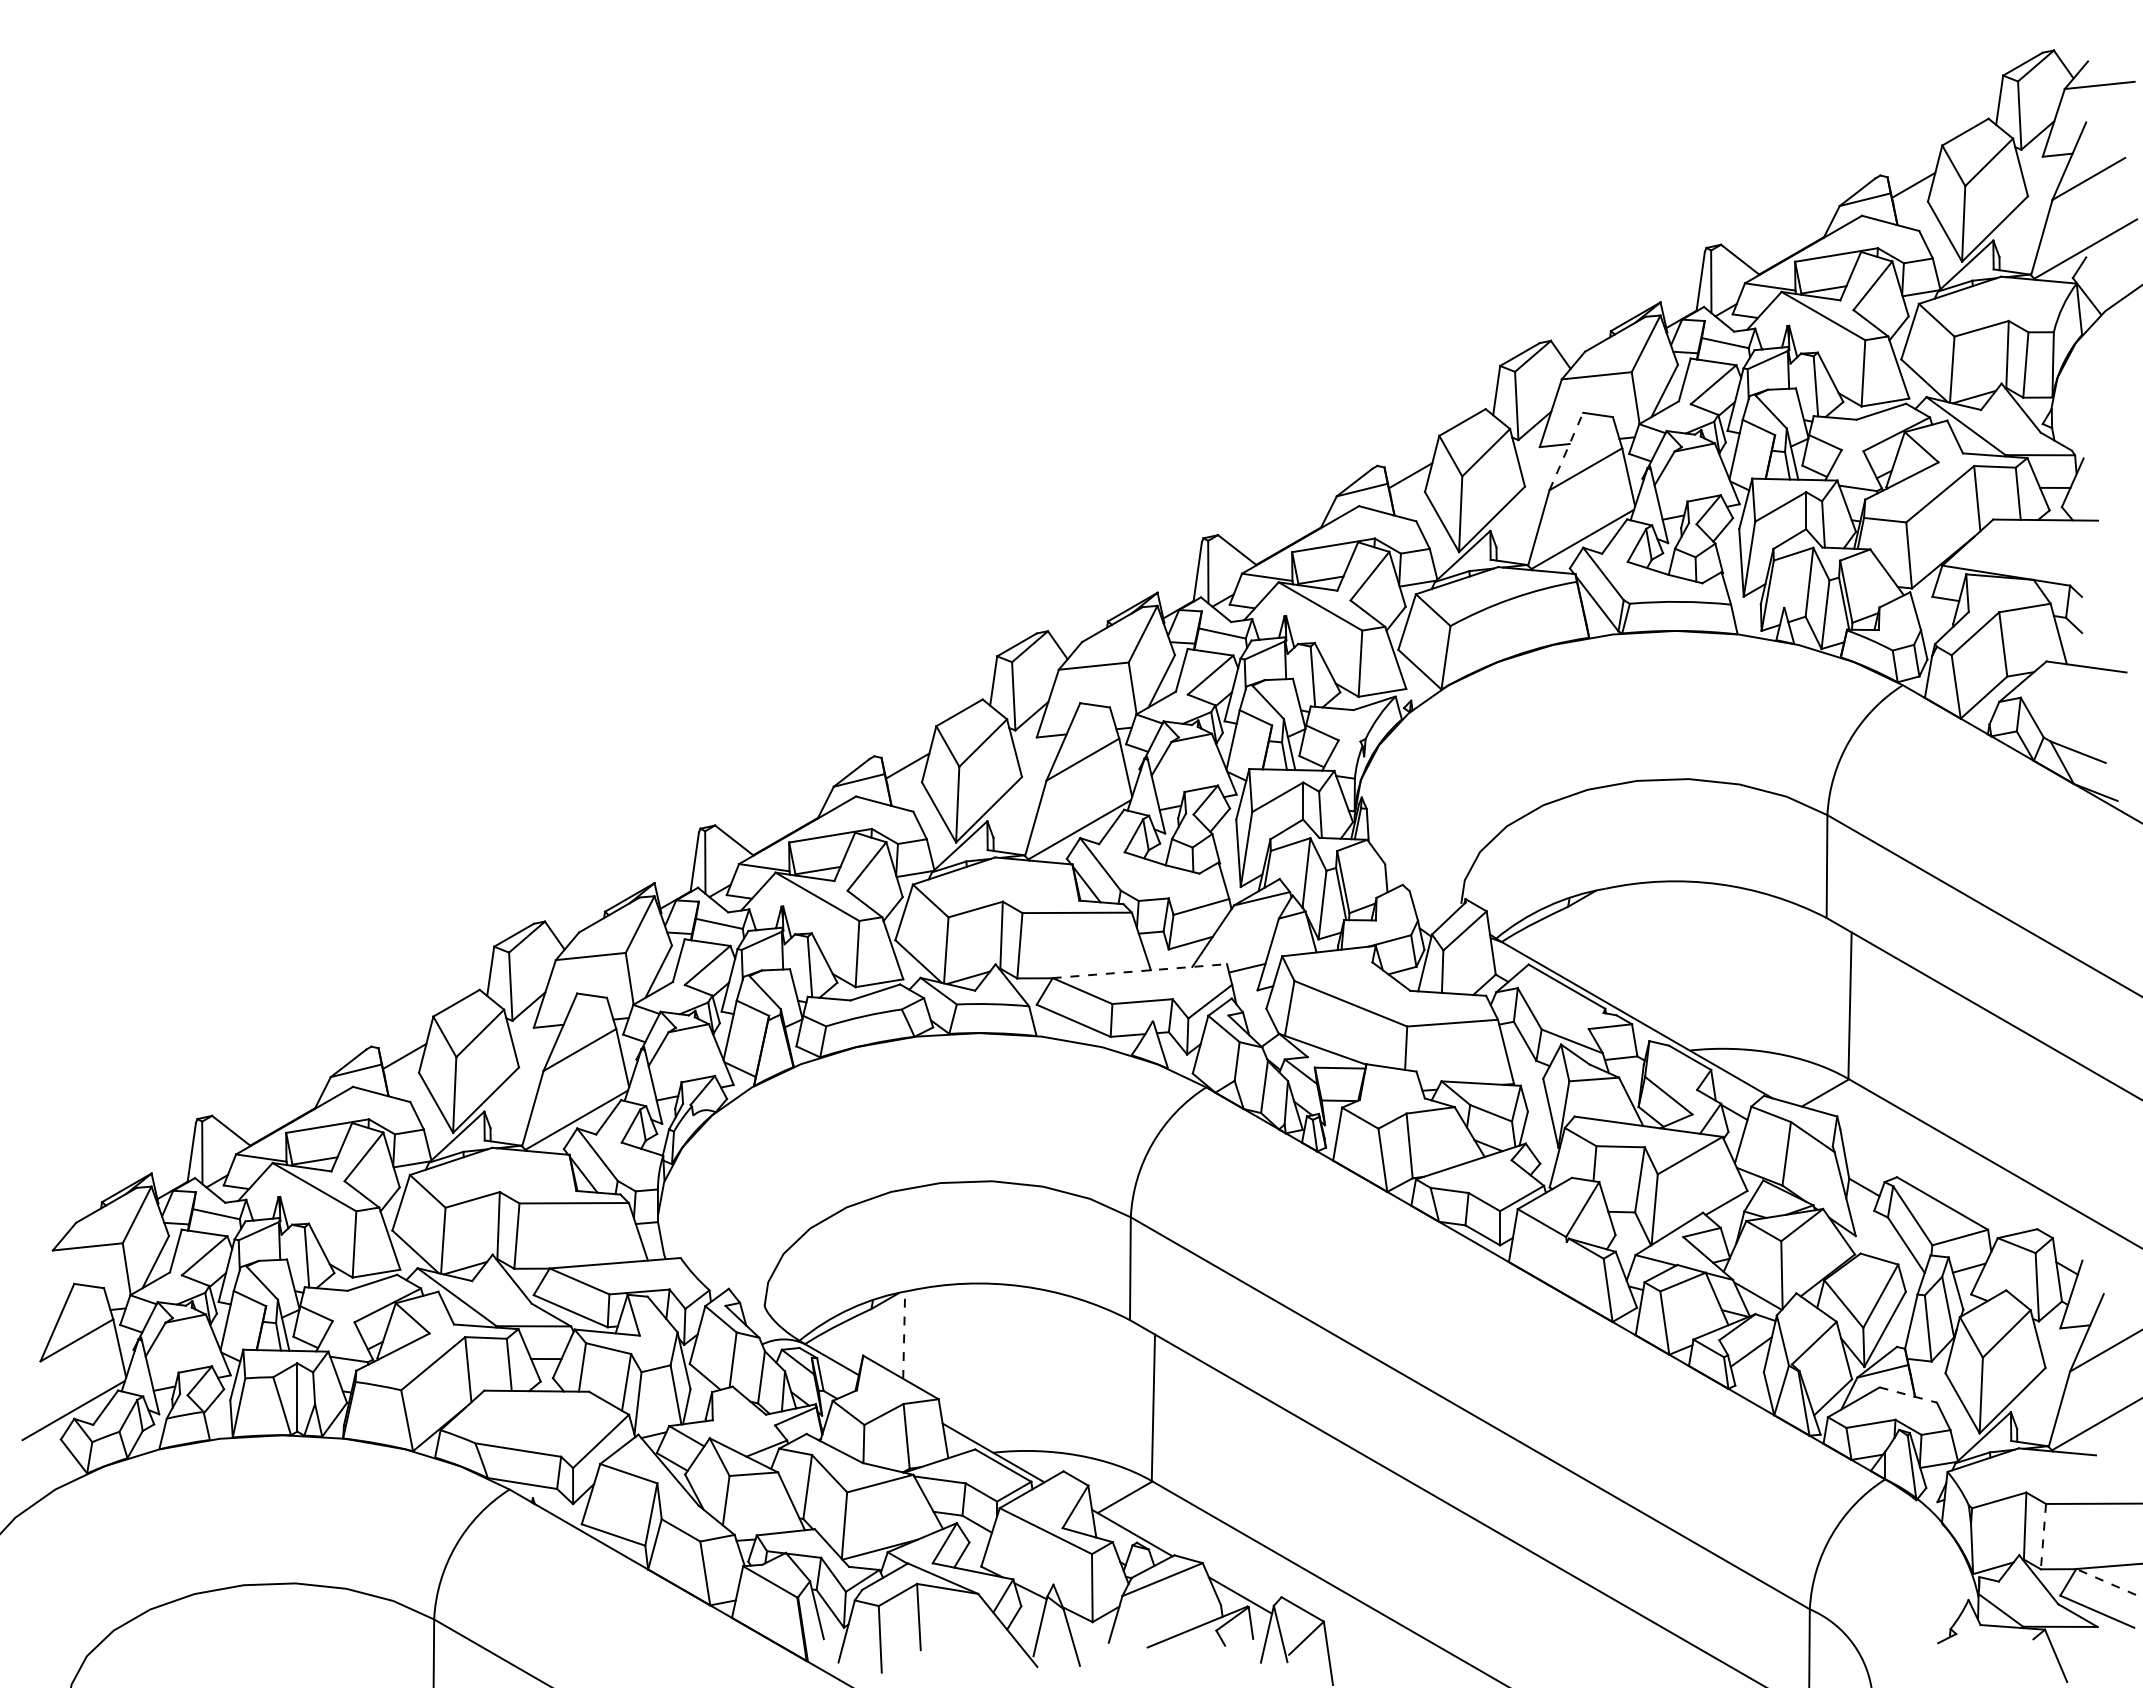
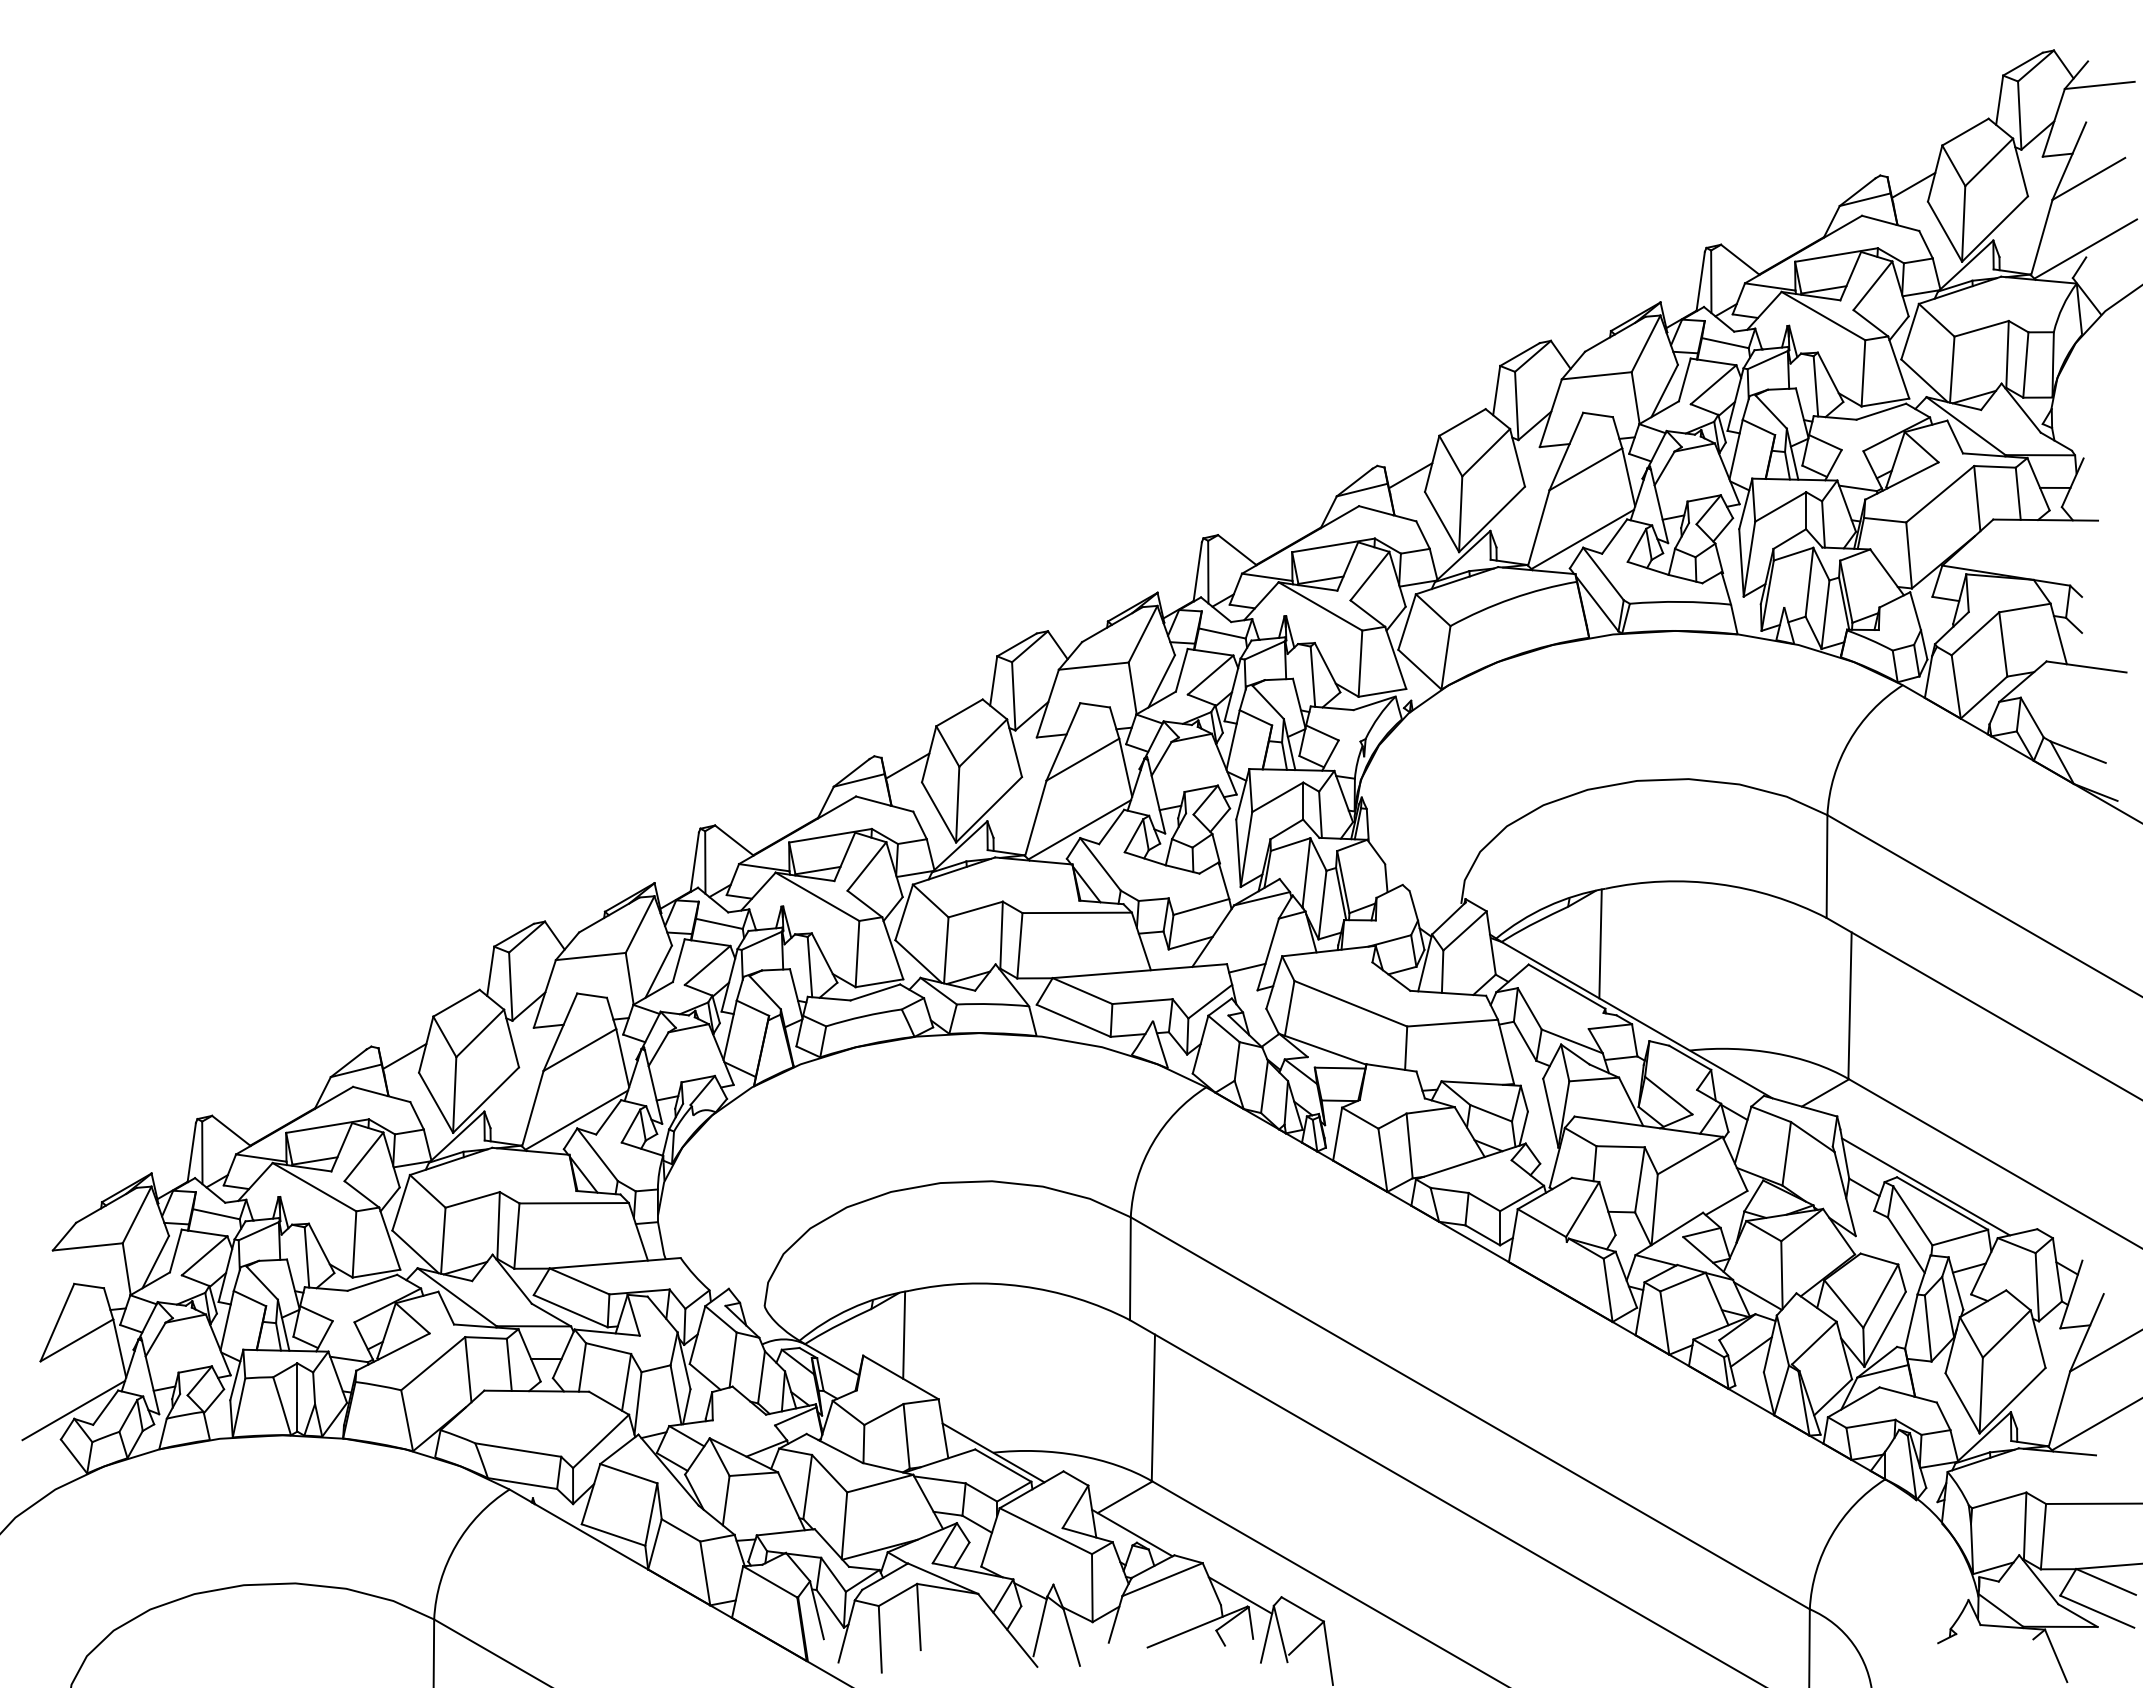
line at (1566, 451): dashed -> solid
line at (1600, 943): none -> present
line at (1140, 971): dashed -> solid
line at (1925, 1186): none -> present
line at (904, 1335): dashed -> solid
line at (1908, 1395): dashed -> solid
line at (2043, 1536): dashed -> solid
line at (2106, 1581): dashed -> solid
